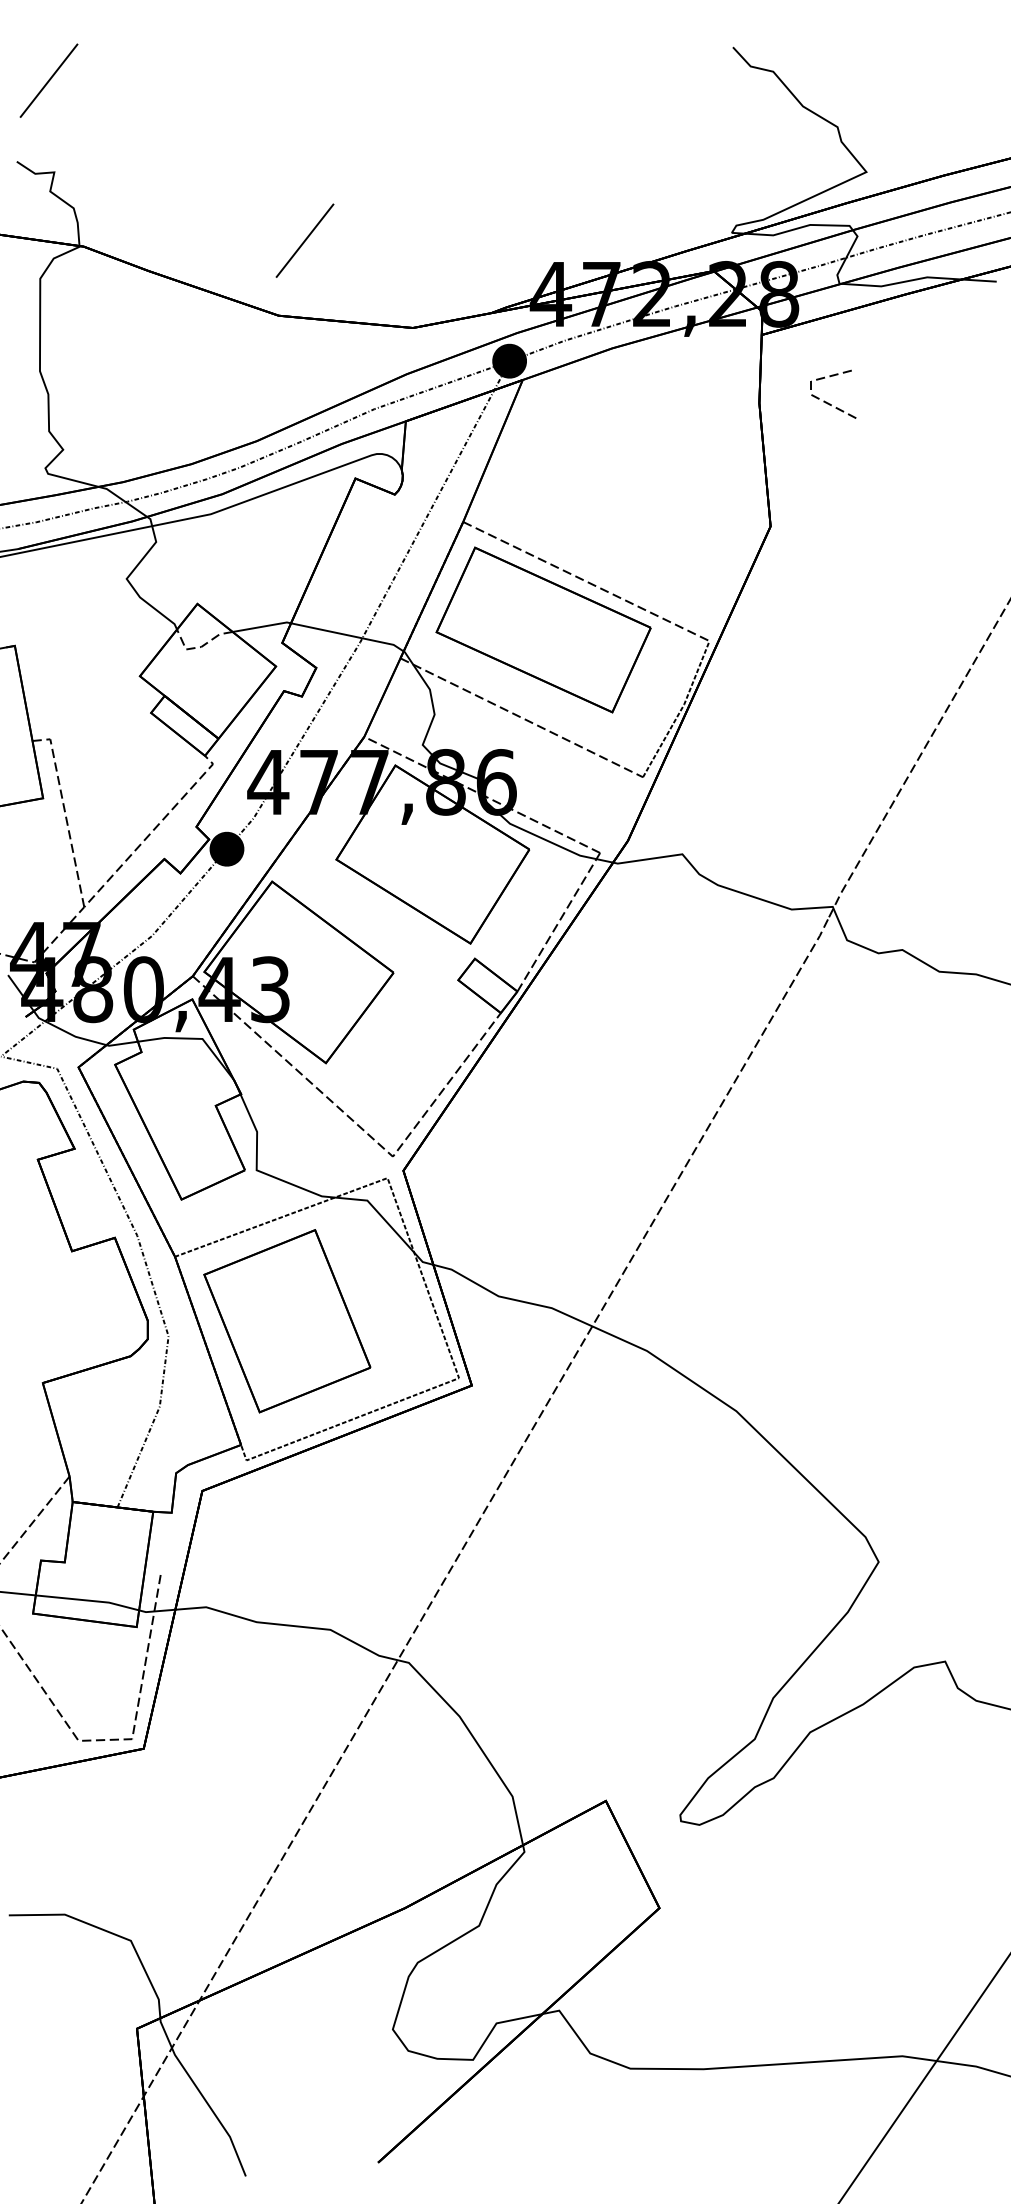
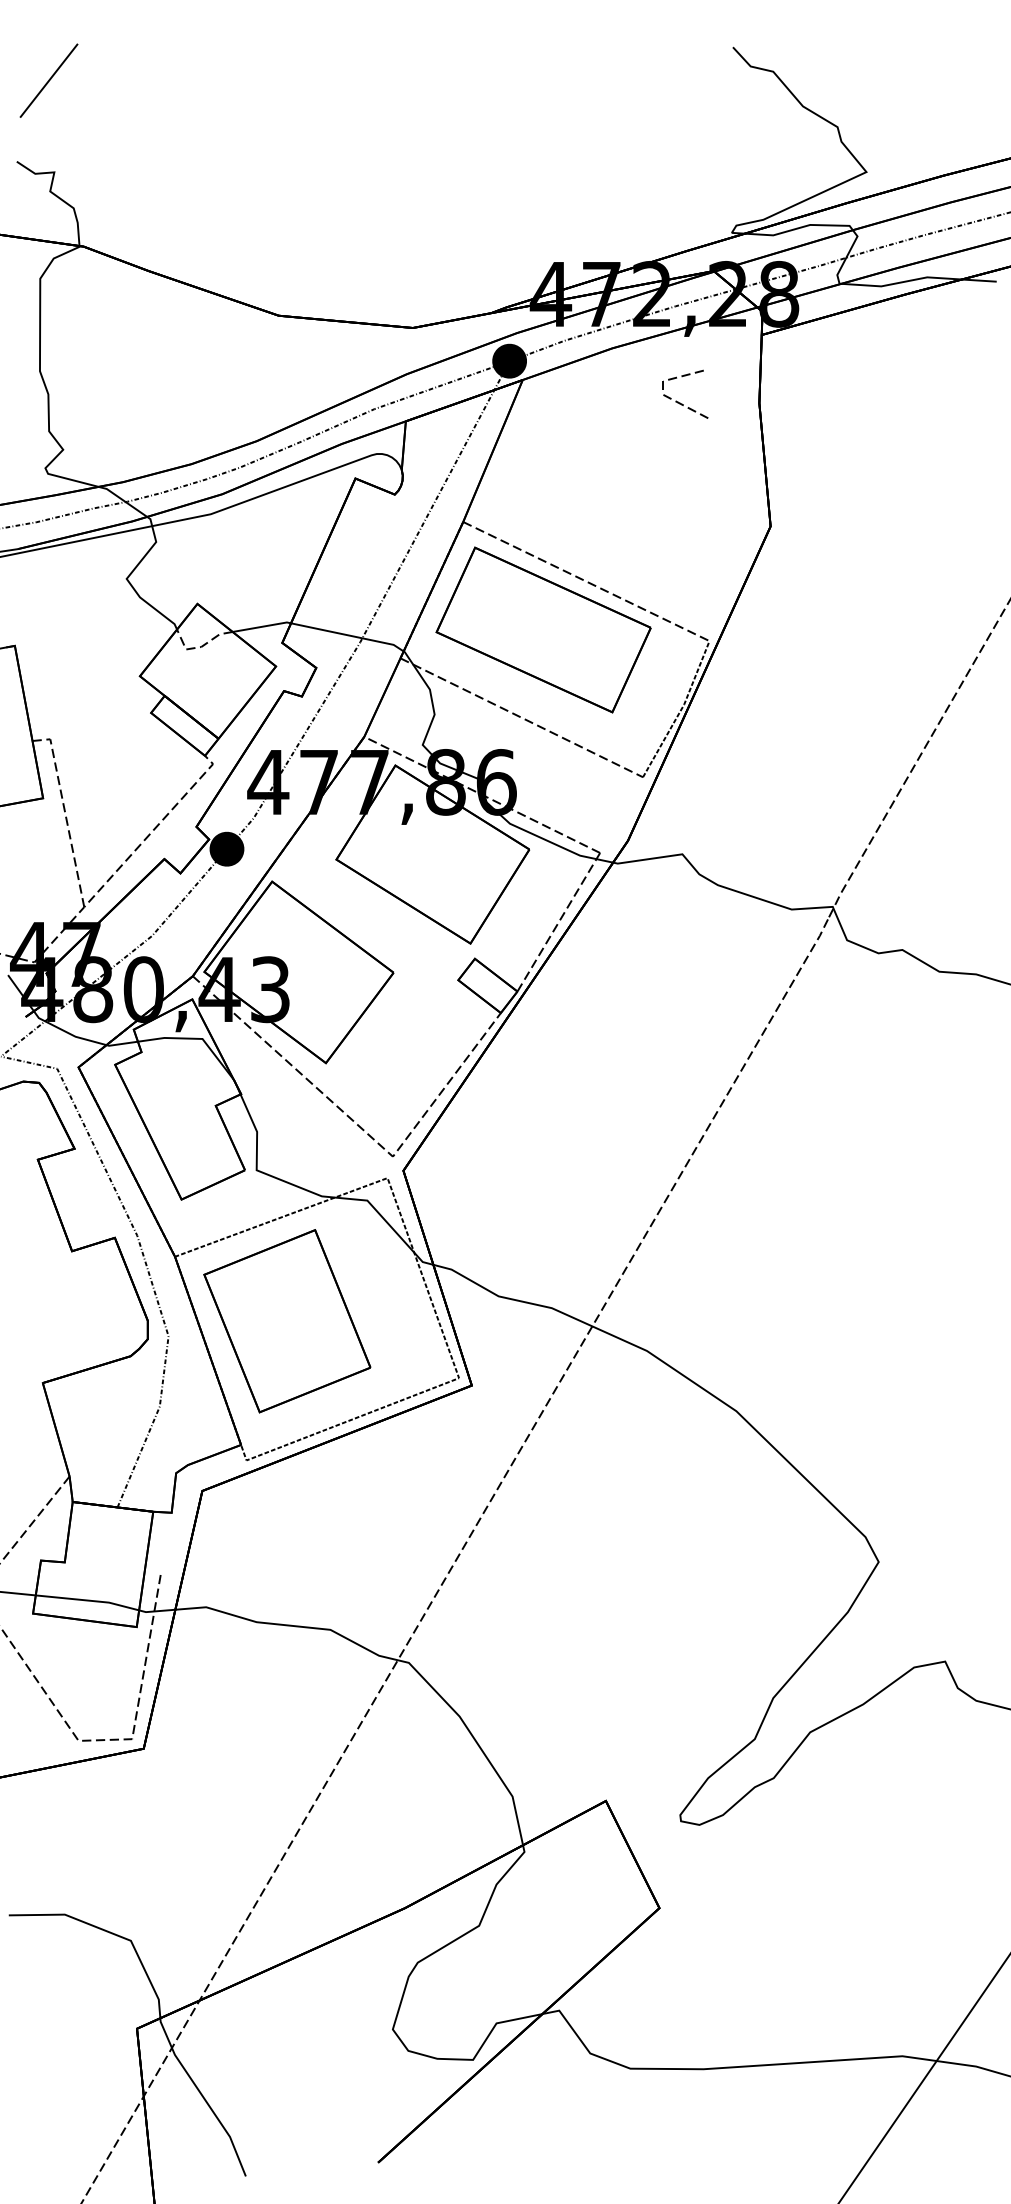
line at (304, 240): present -> none
line at (828, 402) position: (828, 402) -> (680, 402)
